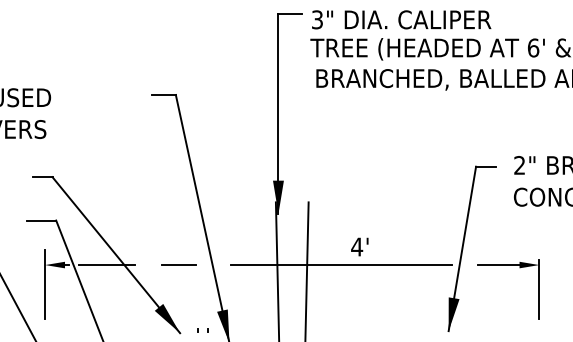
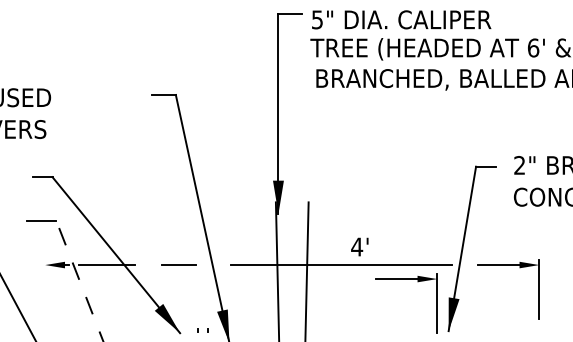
text at (317, 19): 3" -> 5"
line at (79, 280): solid -> dashed
part at (417, 282): none -> present
line at (45, 284): present -> none
